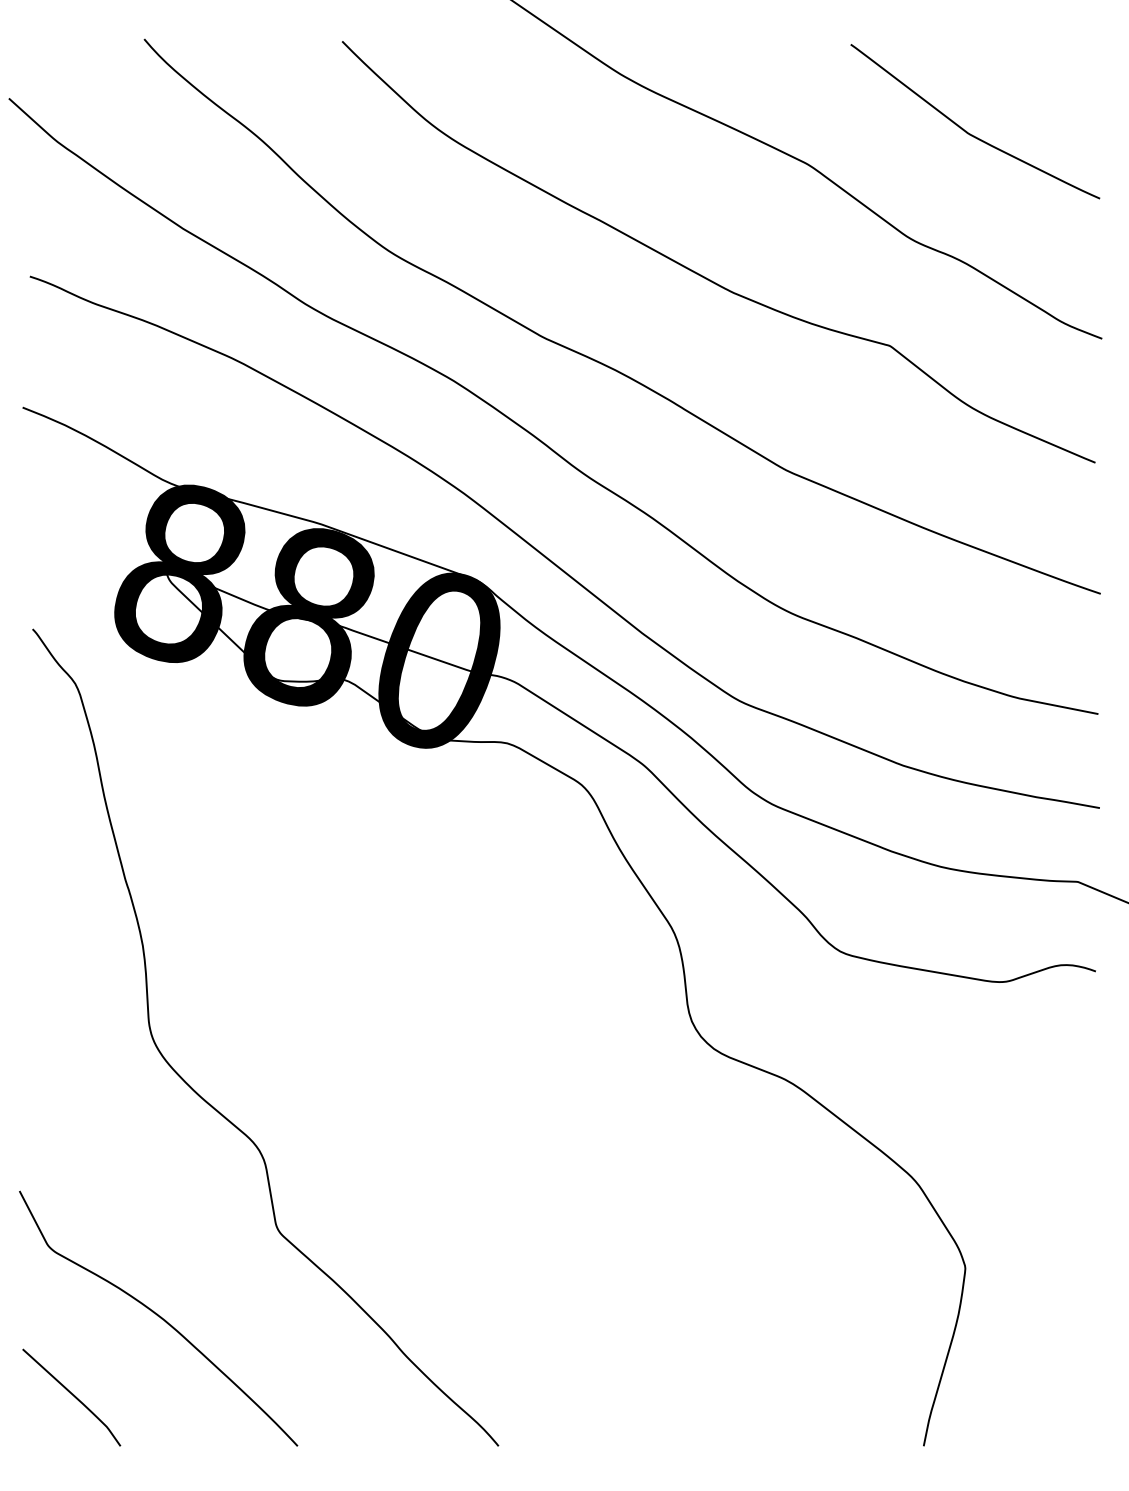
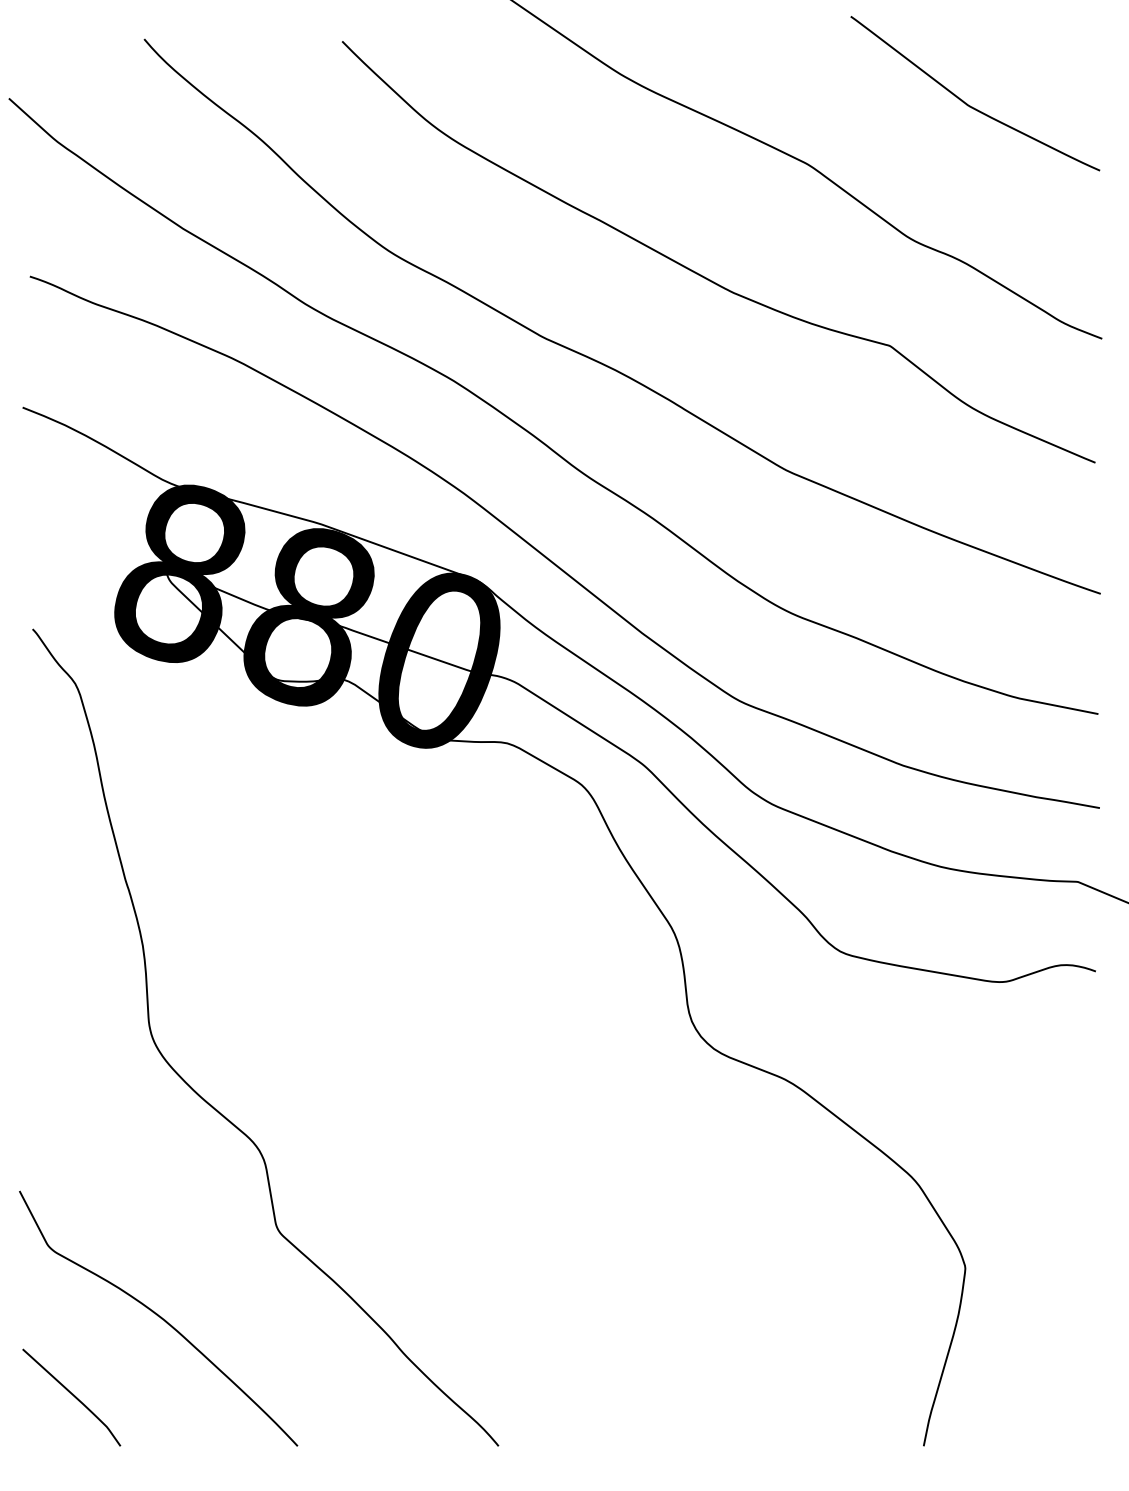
curve at (966, 130) position: (966, 130) -> (966, 102)
